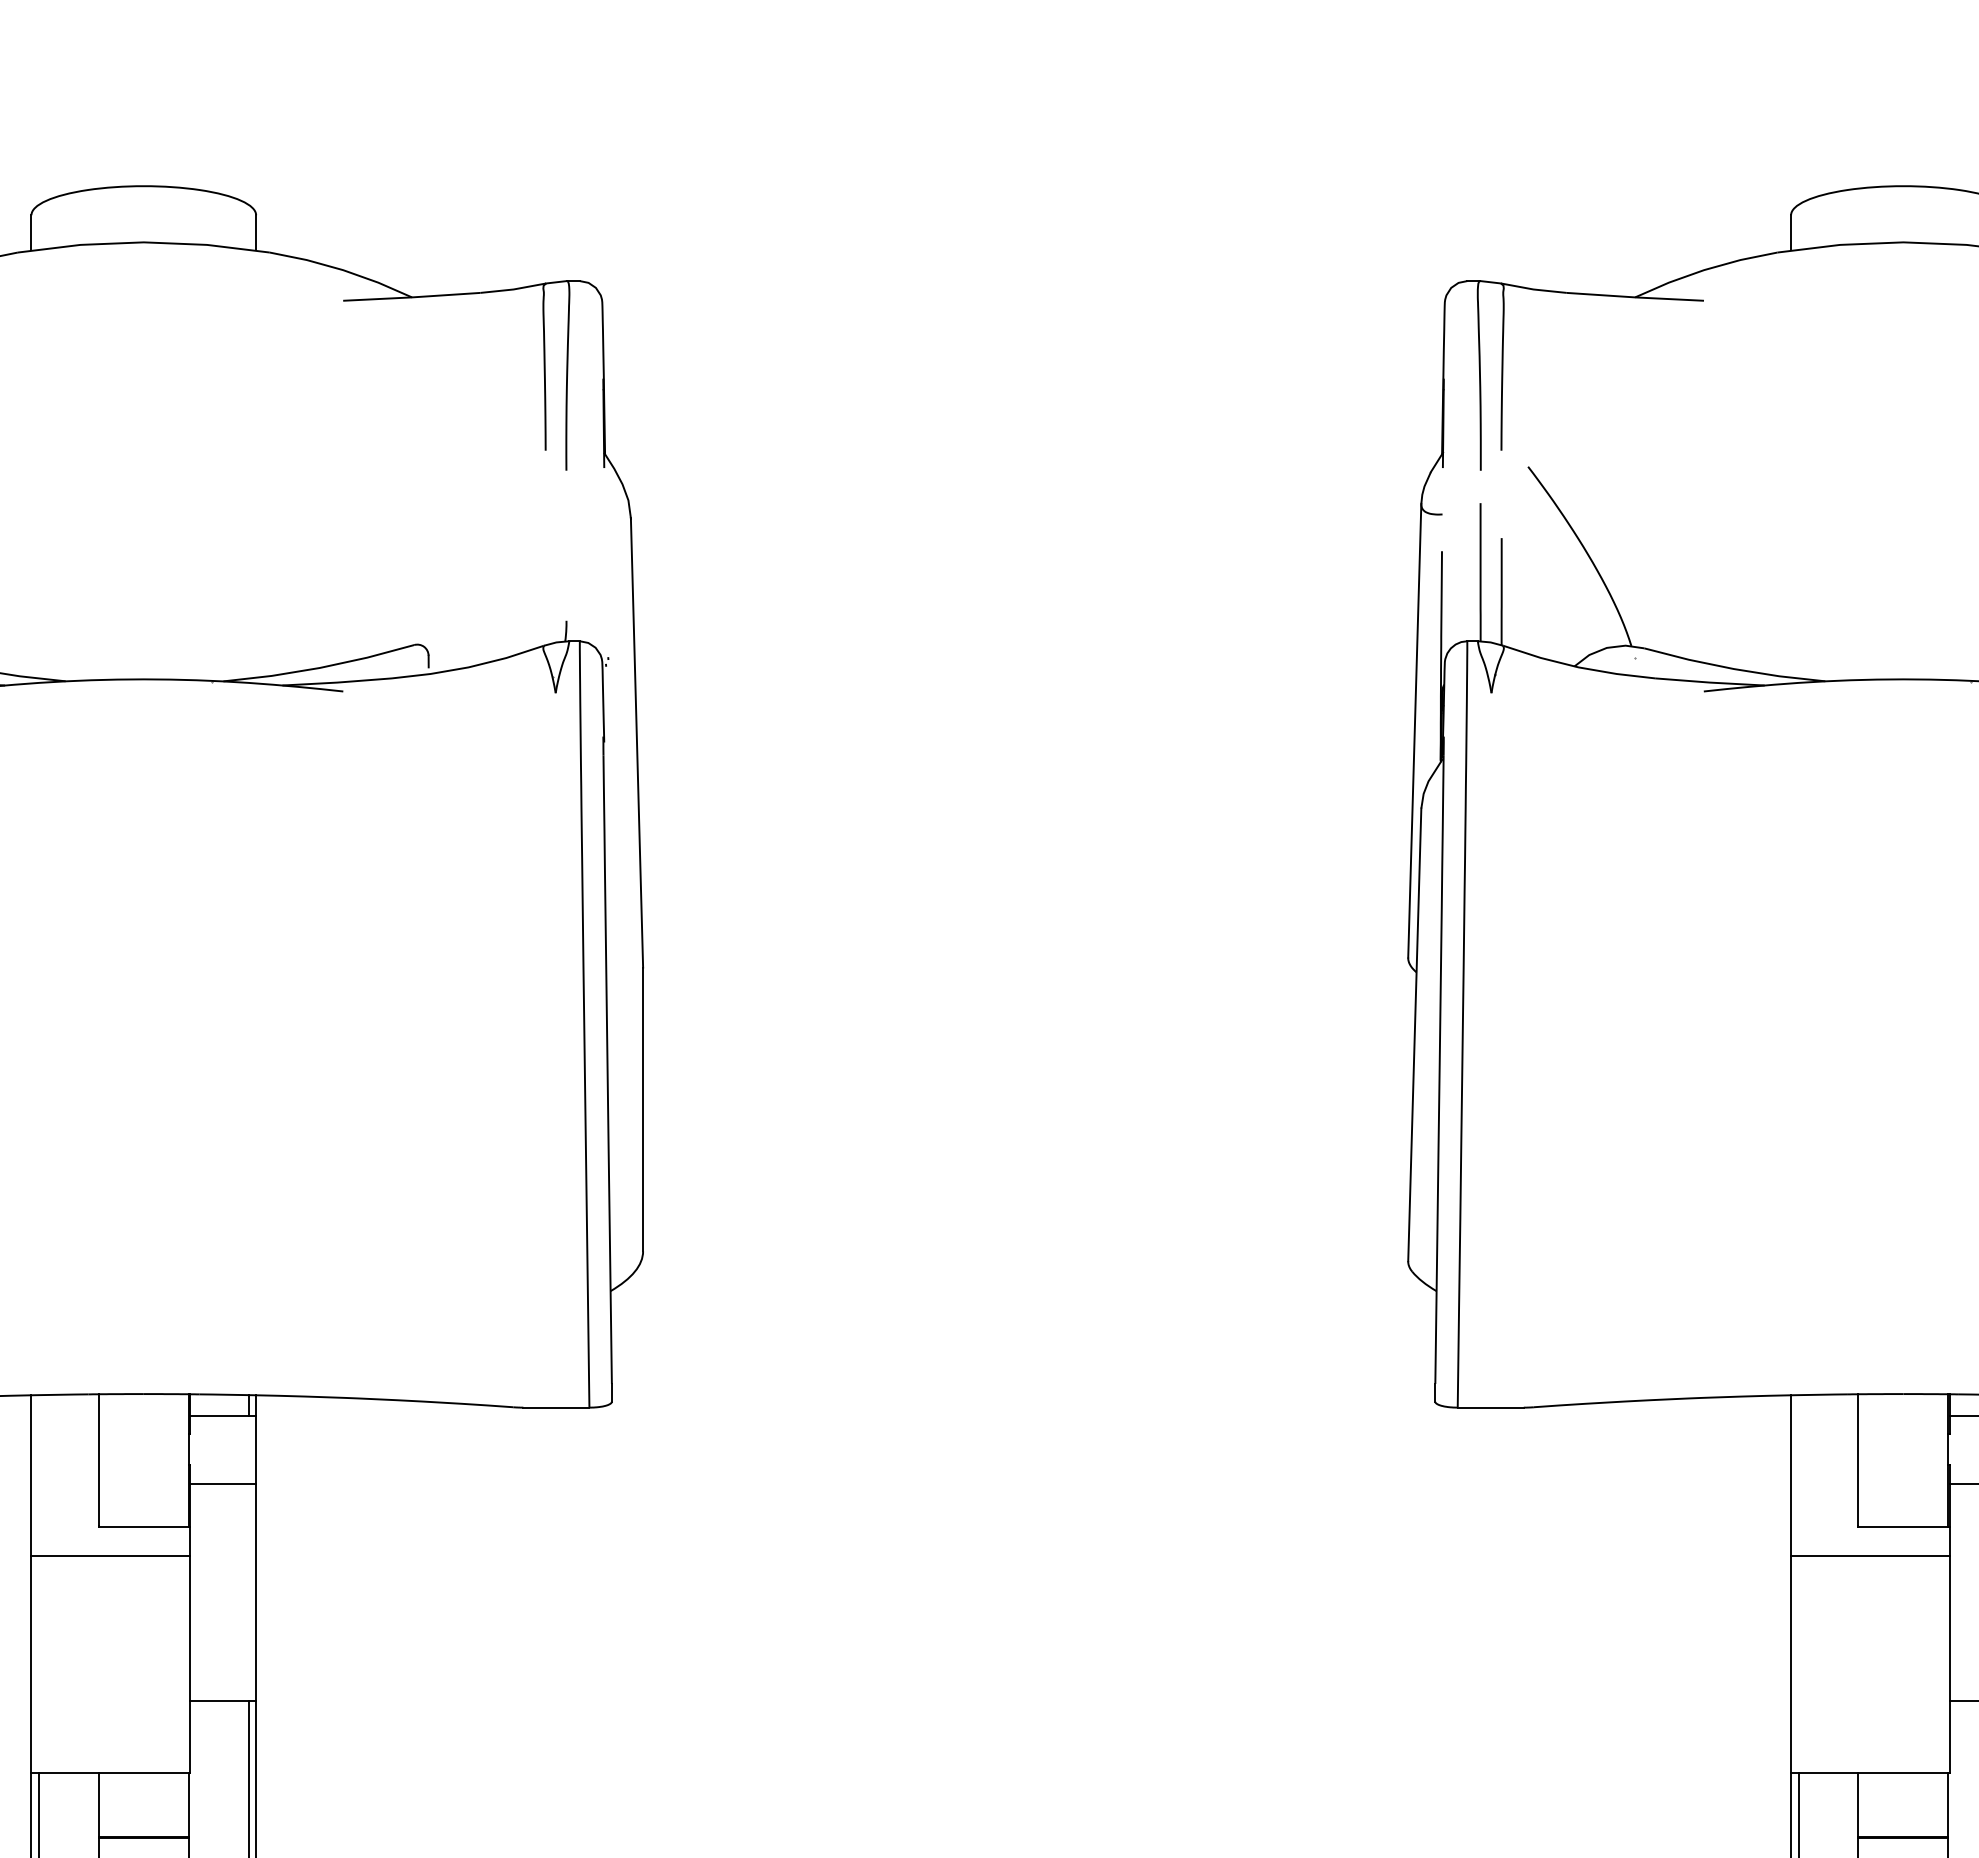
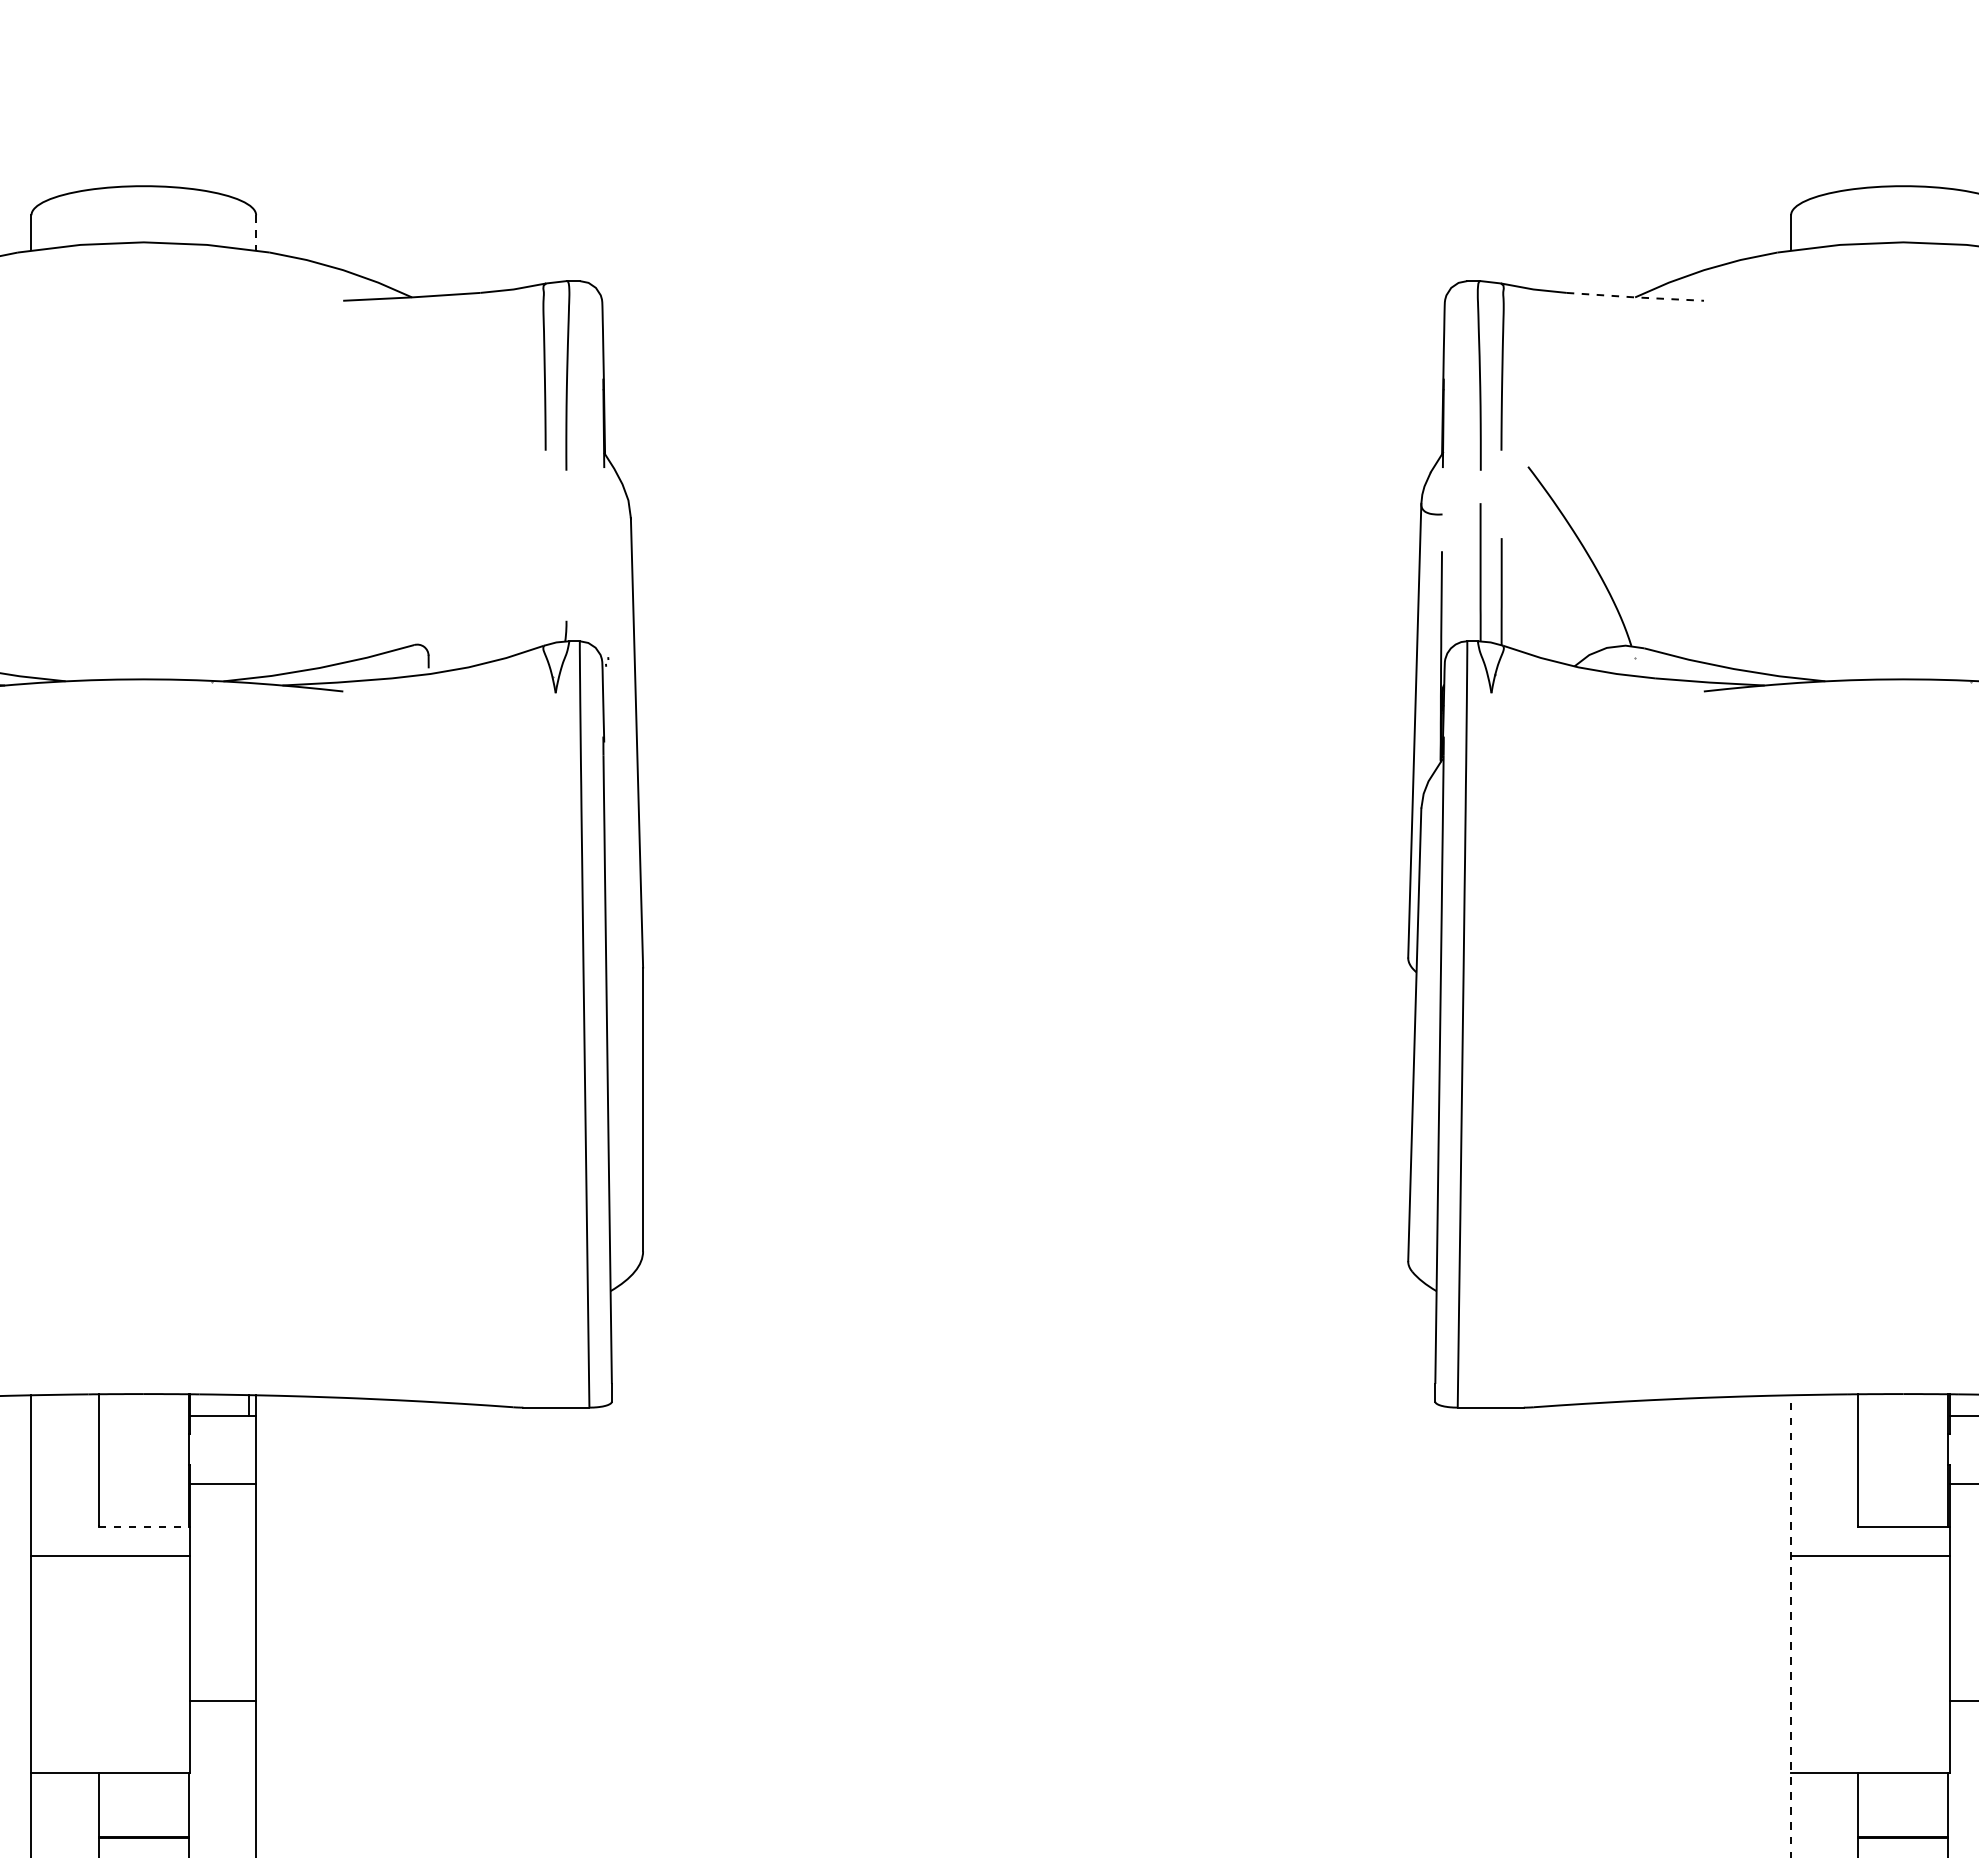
line at (256, 232): solid -> dashed
line at (1635, 297): solid -> dashed
line at (144, 1527): solid -> dashed
line at (1791, 1626): solid -> dashed
line at (248, 1777): present -> none
line at (38, 1813): present -> none
line at (1798, 1813): present -> none
